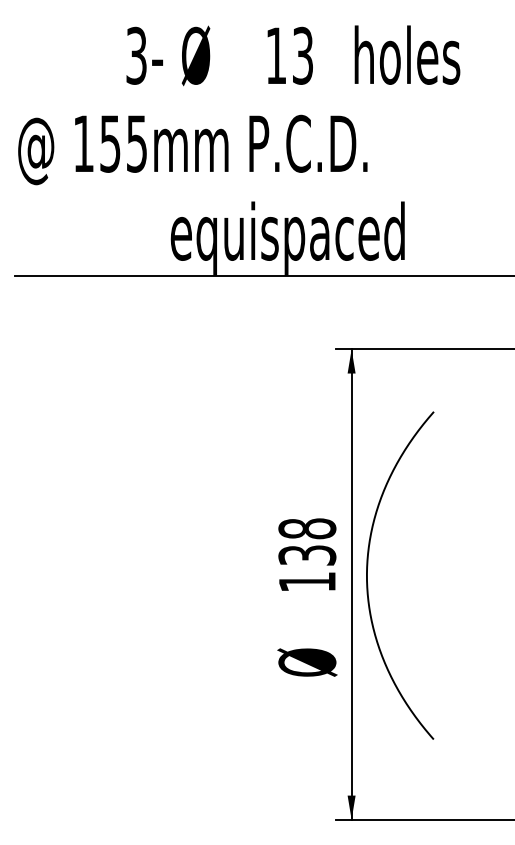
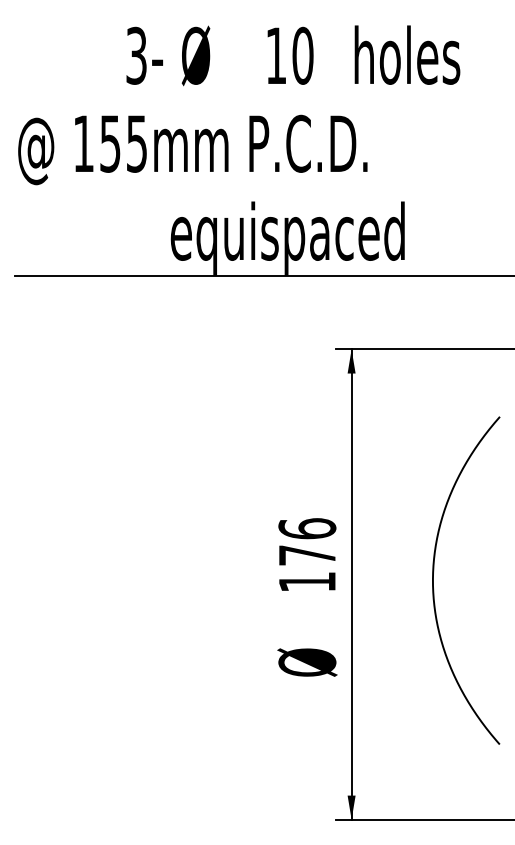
text at (302, 55): 13 -> 10
text at (307, 541): 138 -> 176
curve at (367, 575) position: (367, 575) -> (433, 580)
